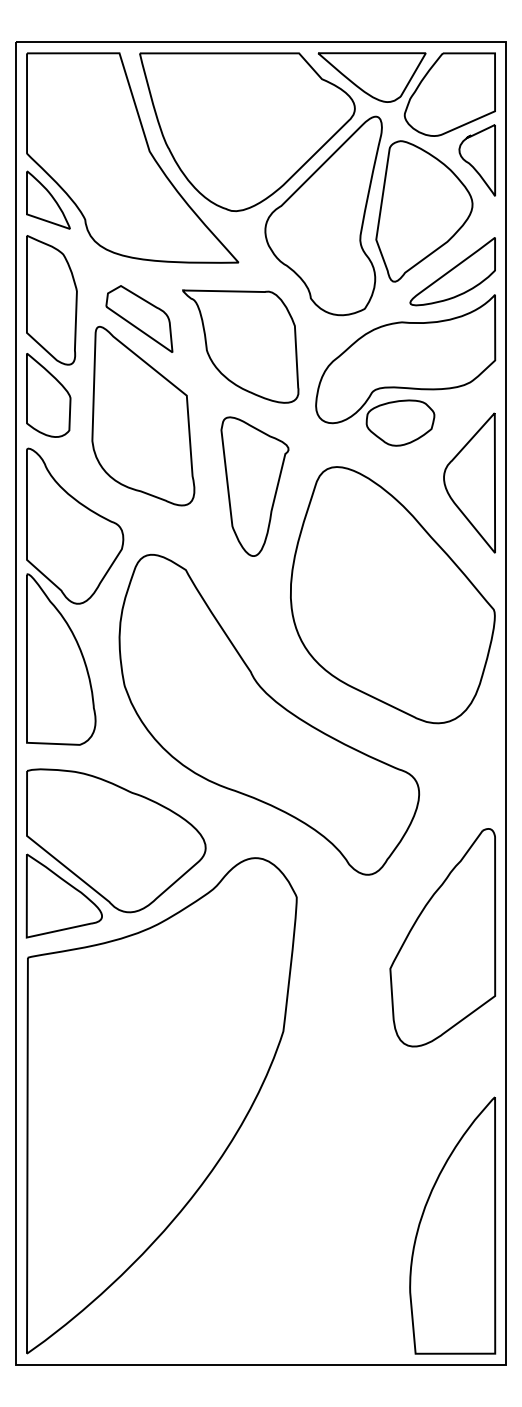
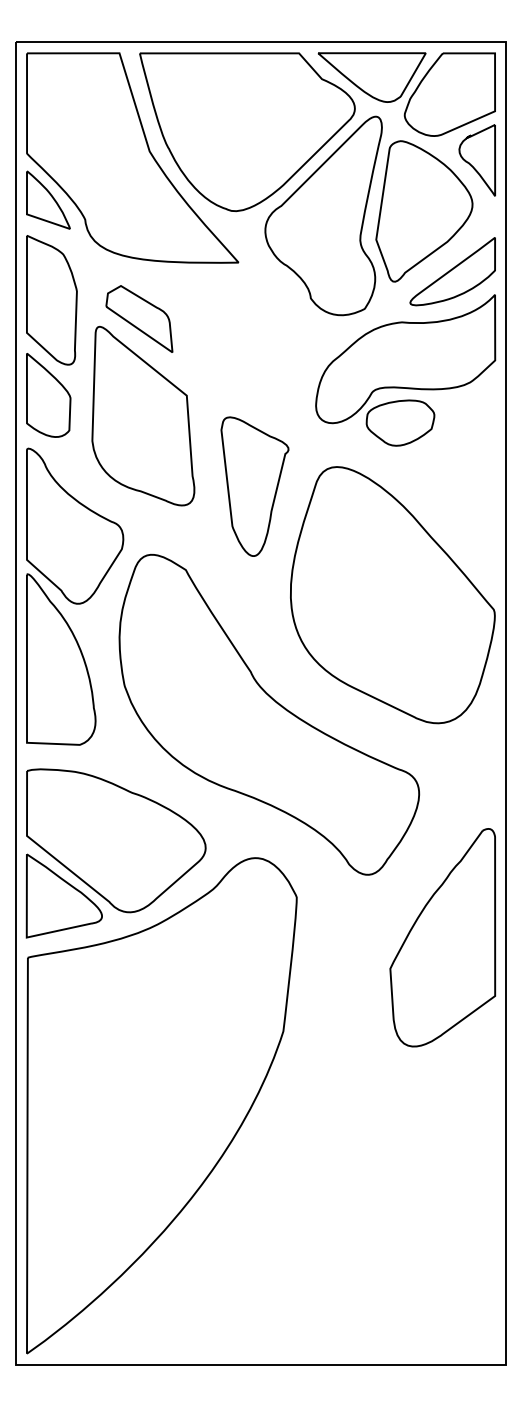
part at (240, 346): present -> none
part at (469, 482): present -> none
part at (452, 1225): present -> none
